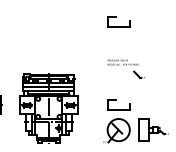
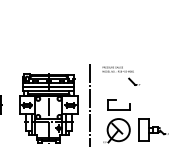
part at (118, 21): present -> none
part at (126, 68) position: (126, 68) -> (121, 75)
line at (89, 105): none -> present
